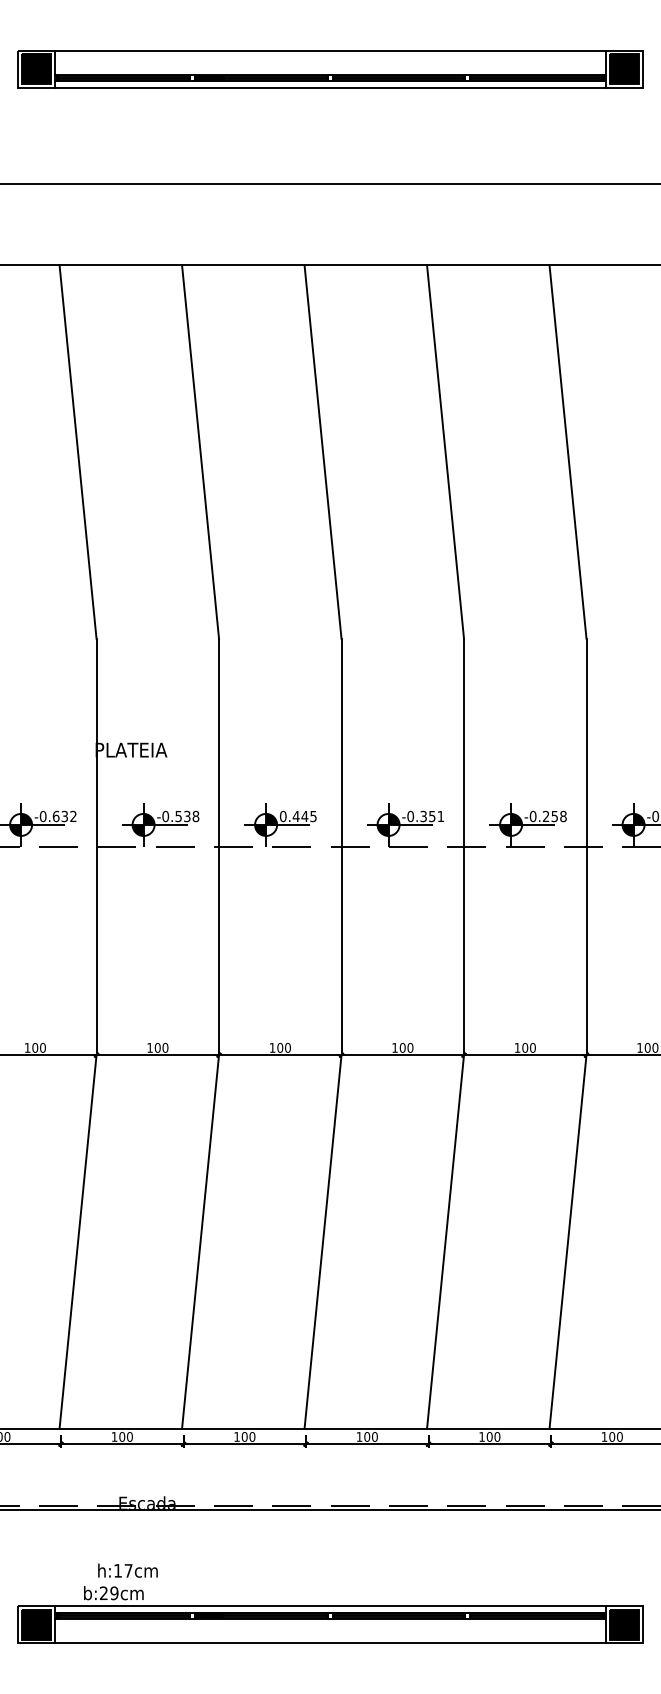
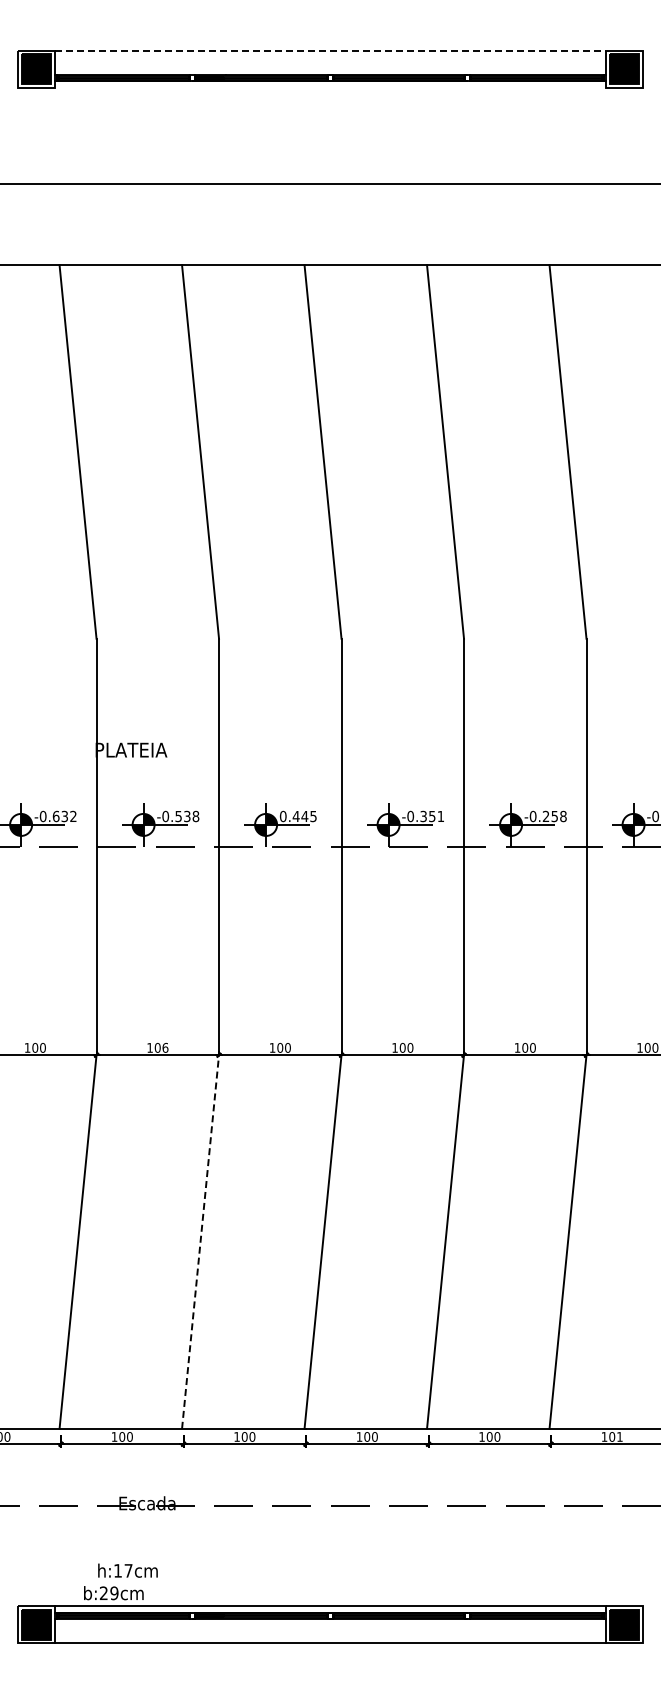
line at (330, 50): solid -> dashed
line at (330, 87): present -> none
text at (165, 1047): 100 -> 106
line at (200, 1242): solid -> dashed
text at (619, 1436): 100 -> 101
line at (329, 1510): present -> none
